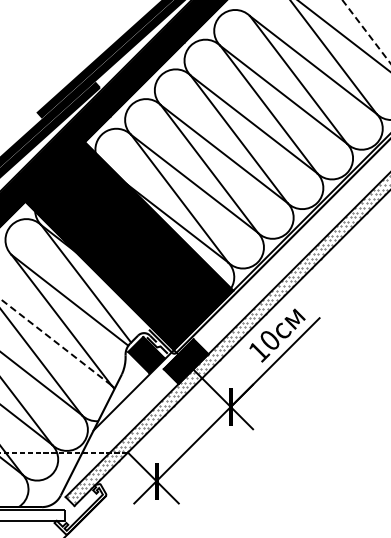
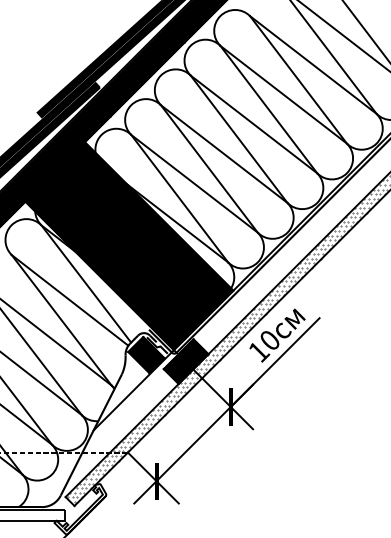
line at (366, 31): dashed -> solid
line at (55, 342): dashed -> solid
